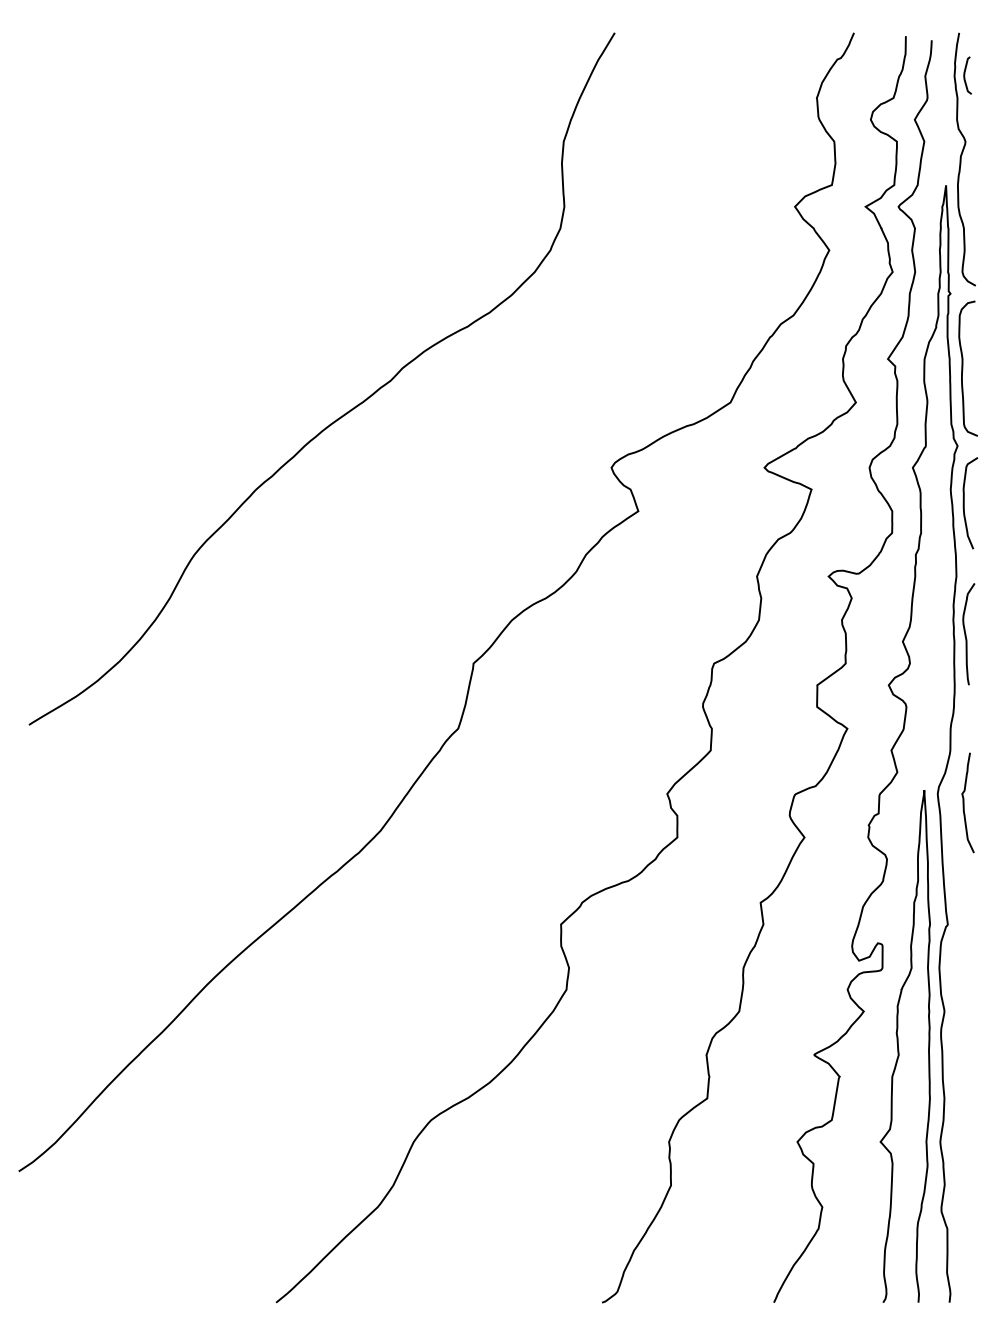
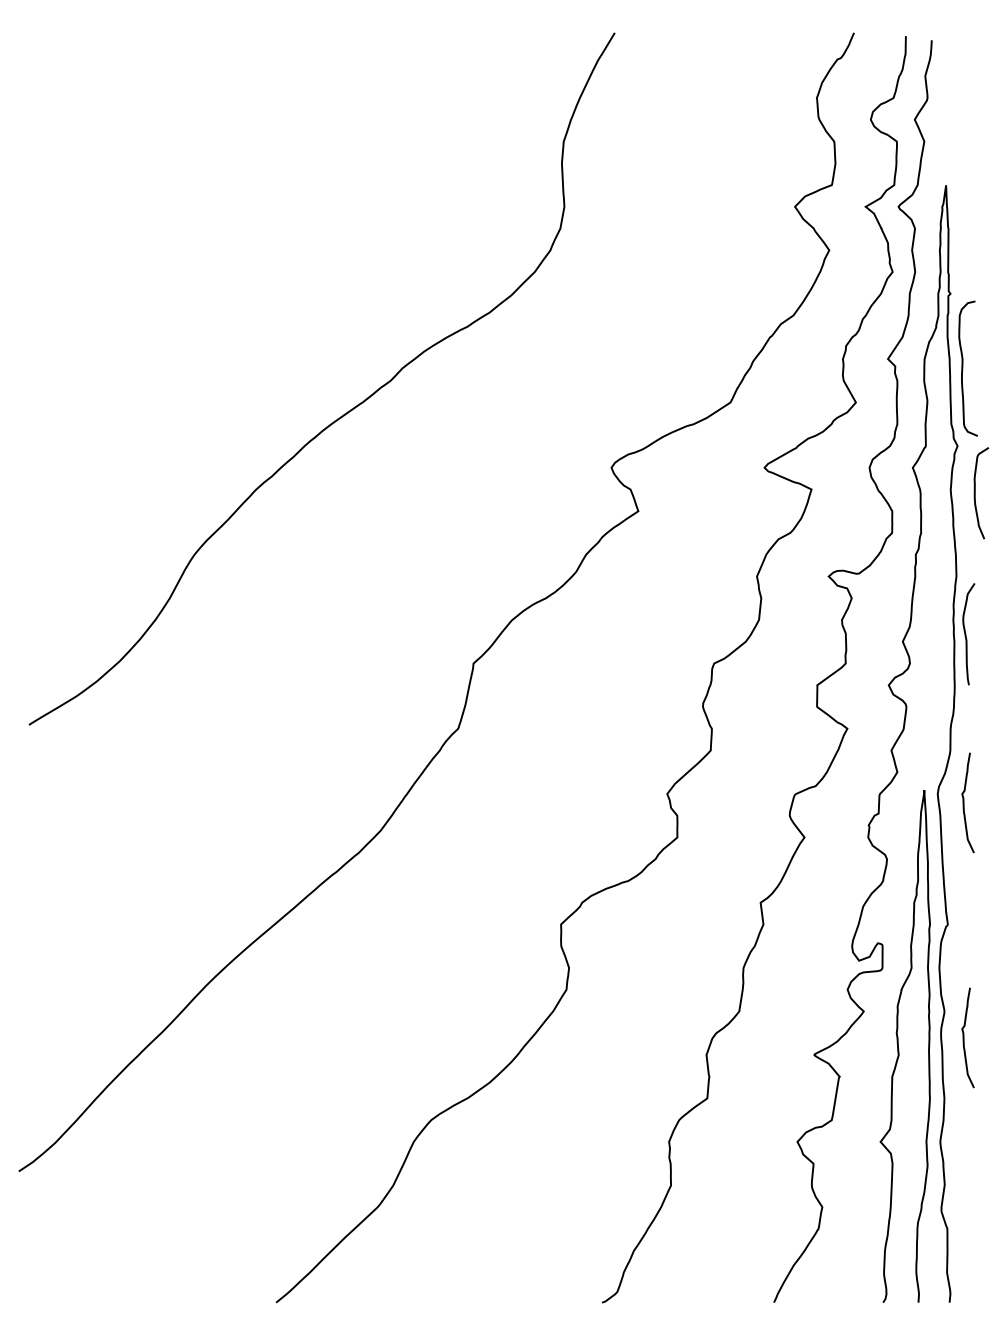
part at (964, 159): present -> none
curve at (964, 503) position: (964, 503) -> (975, 493)
curve at (964, 1037): none -> present
